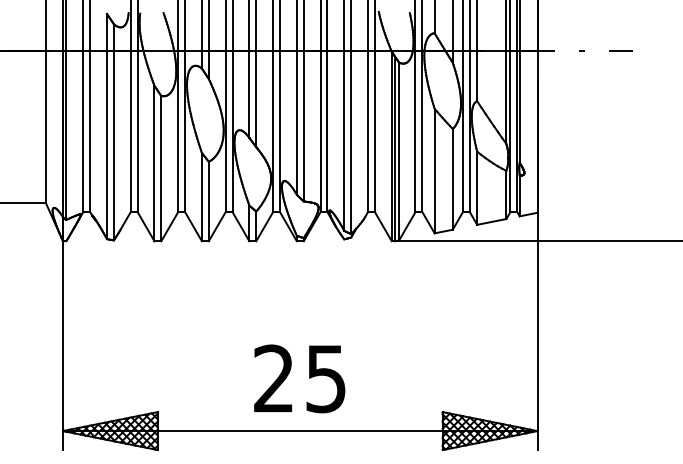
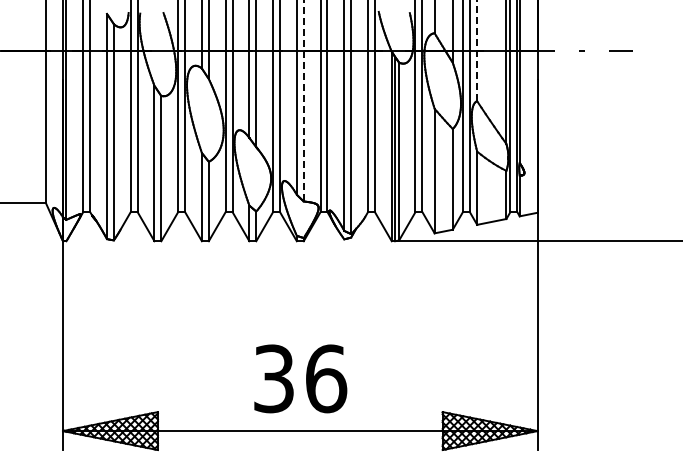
line at (477, 50): solid -> dashed
line at (303, 100): solid -> dashed
text at (300, 378): 25 -> 36
